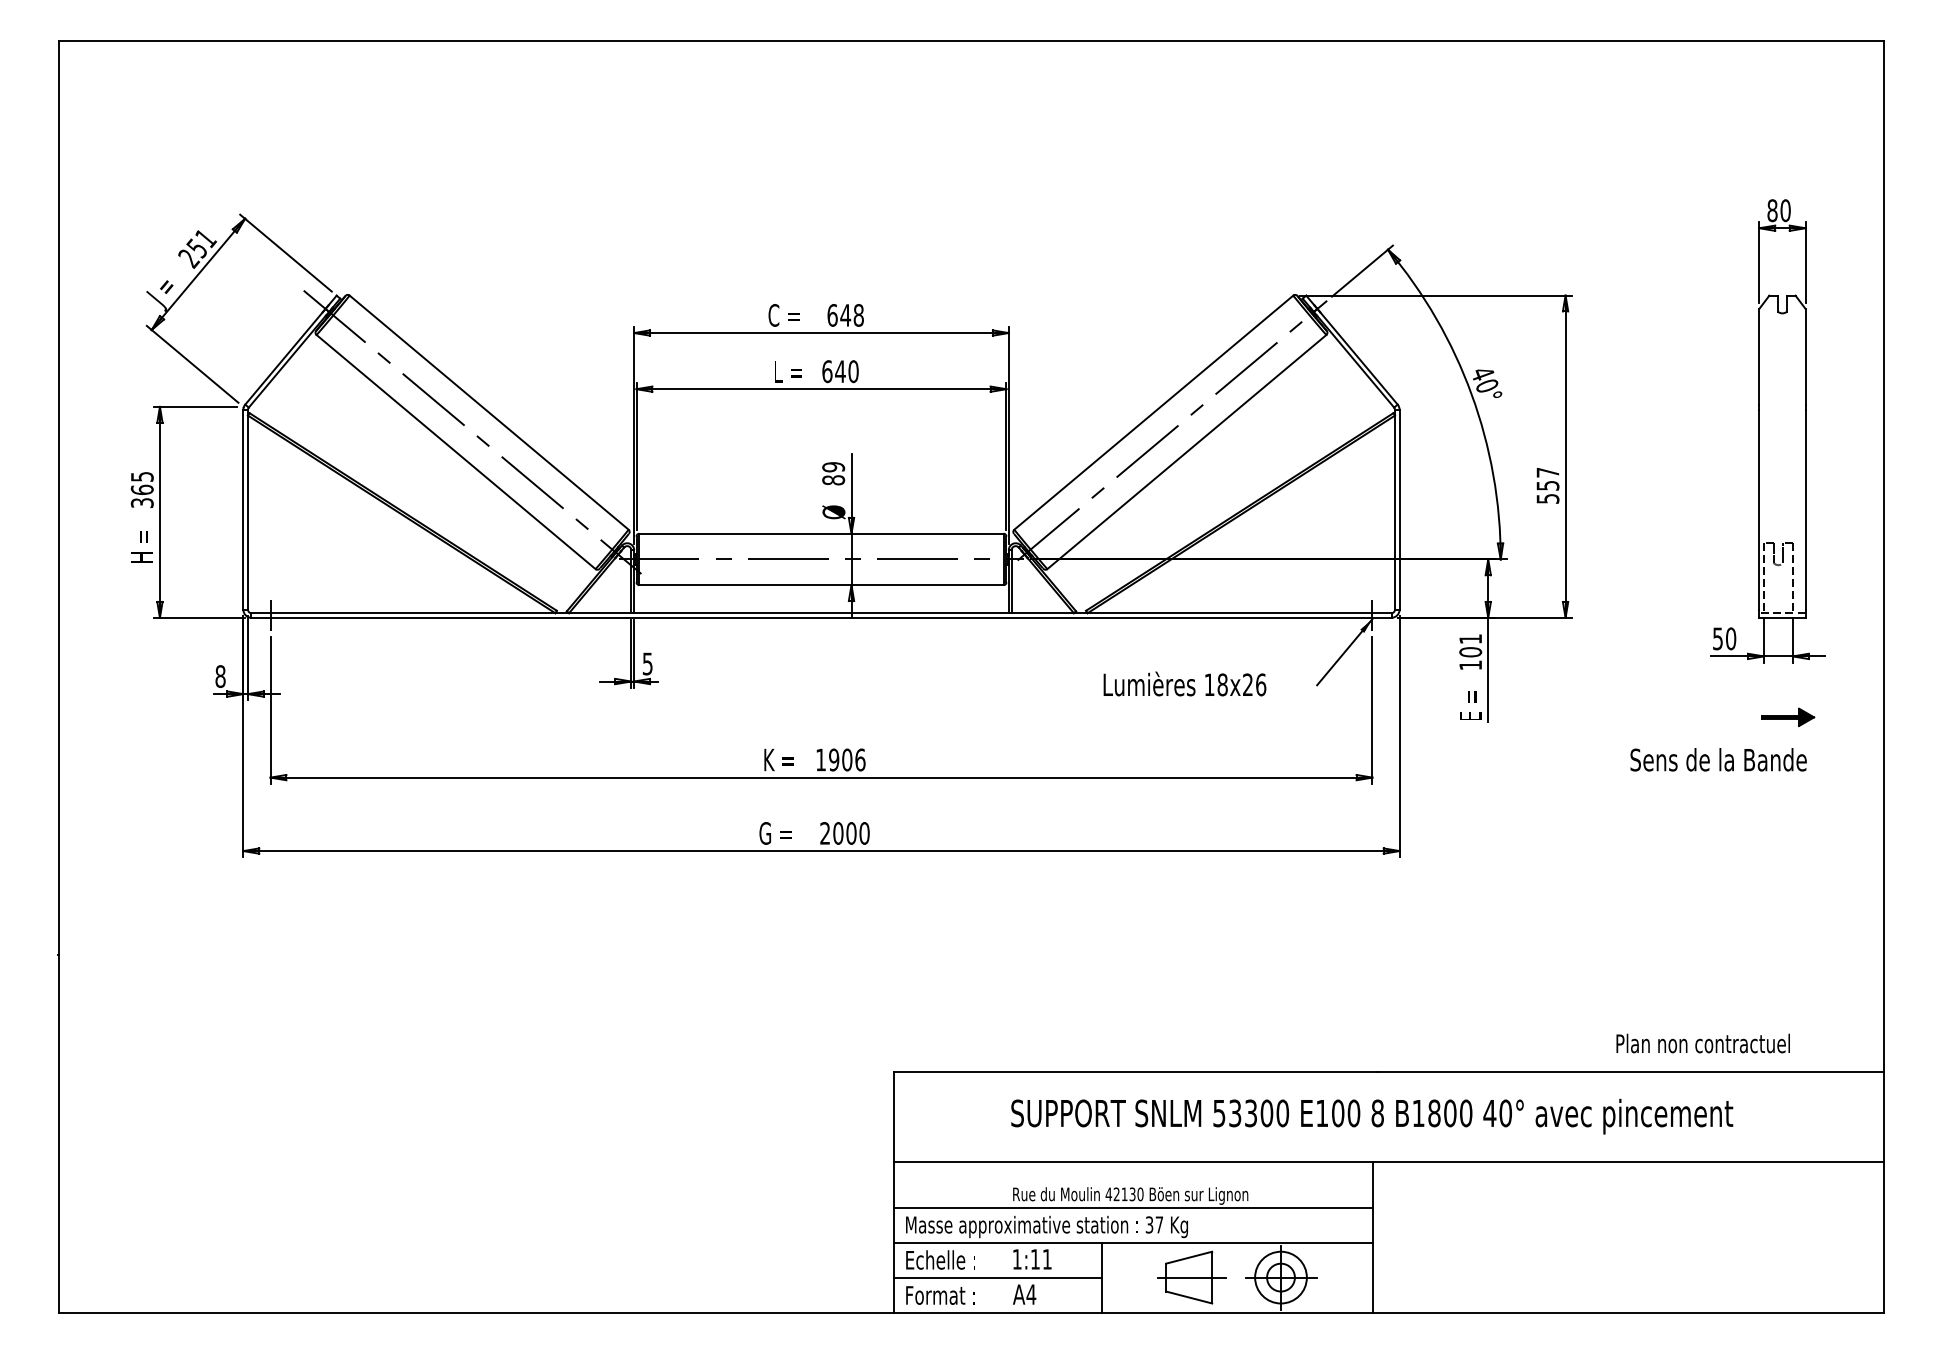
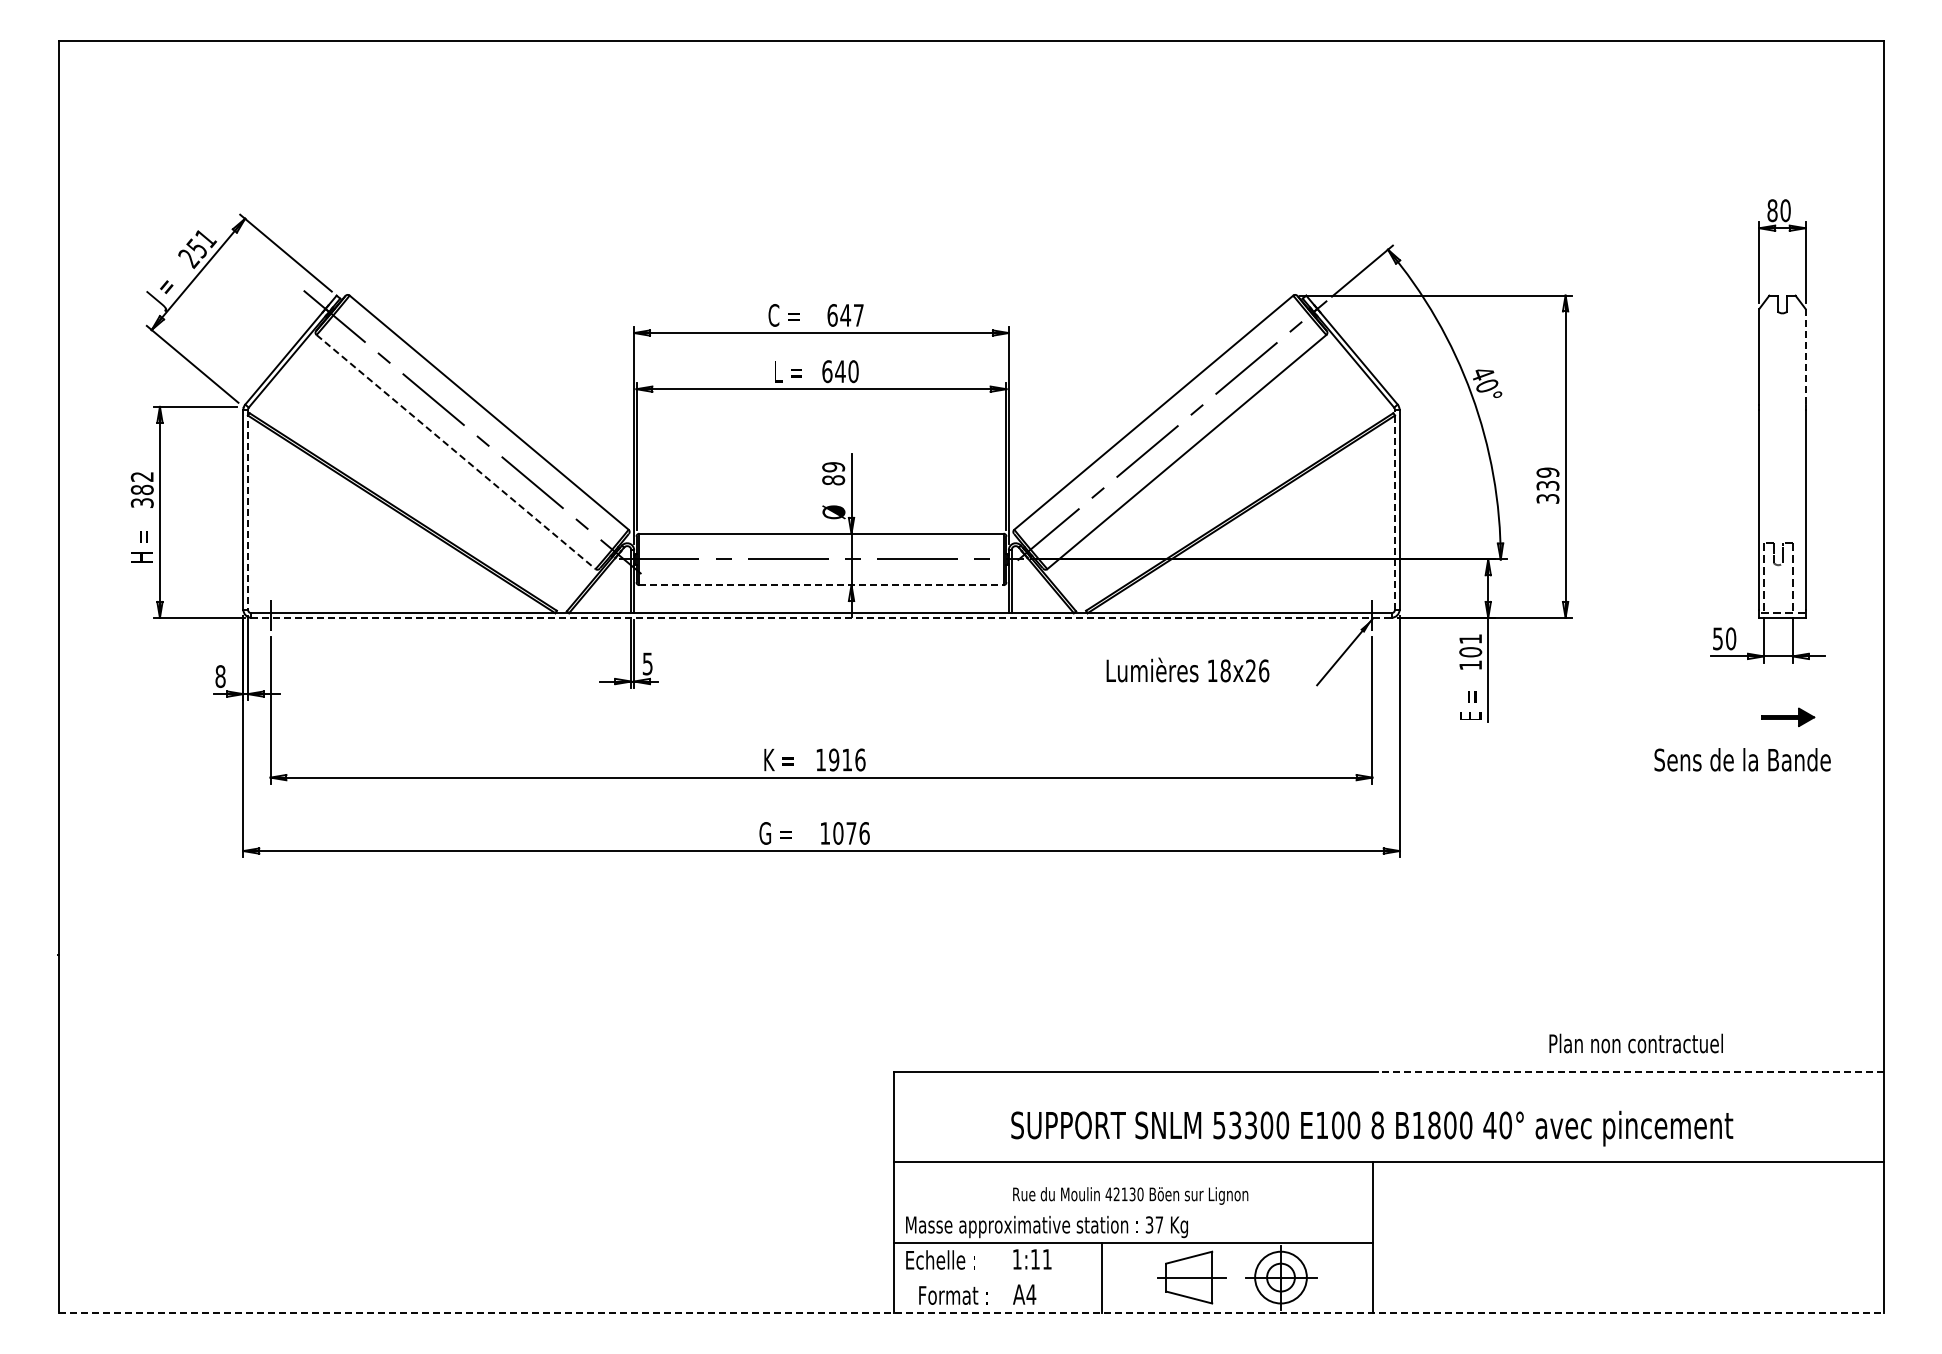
text at (858, 315): 648 -> 647
line at (1805, 356): solid -> dashed
line at (456, 452): solid -> dashed
text at (141, 483): 365 -> 382
text at (1547, 485): 557 -> 339
line at (248, 509): solid -> dashed
line at (1394, 509): solid -> dashed
line at (821, 585): solid -> dashed
line at (821, 617): solid -> dashed
text at (1184, 683) position: (1184, 683) -> (1187, 669)
text at (847, 759): 1906 -> 1916
text at (1718, 759) position: (1718, 759) -> (1742, 759)
text at (844, 833): 2000 -> 1076
text at (1702, 1043) position: (1702, 1043) -> (1635, 1043)
line at (1630, 1071): solid -> dashed
text at (1372, 1116) position: (1372, 1116) -> (1372, 1128)
line at (1133, 1208): present -> none
line at (997, 1278): present -> none
text at (940, 1295) position: (940, 1295) -> (953, 1295)
line at (971, 1313): solid -> dashed
